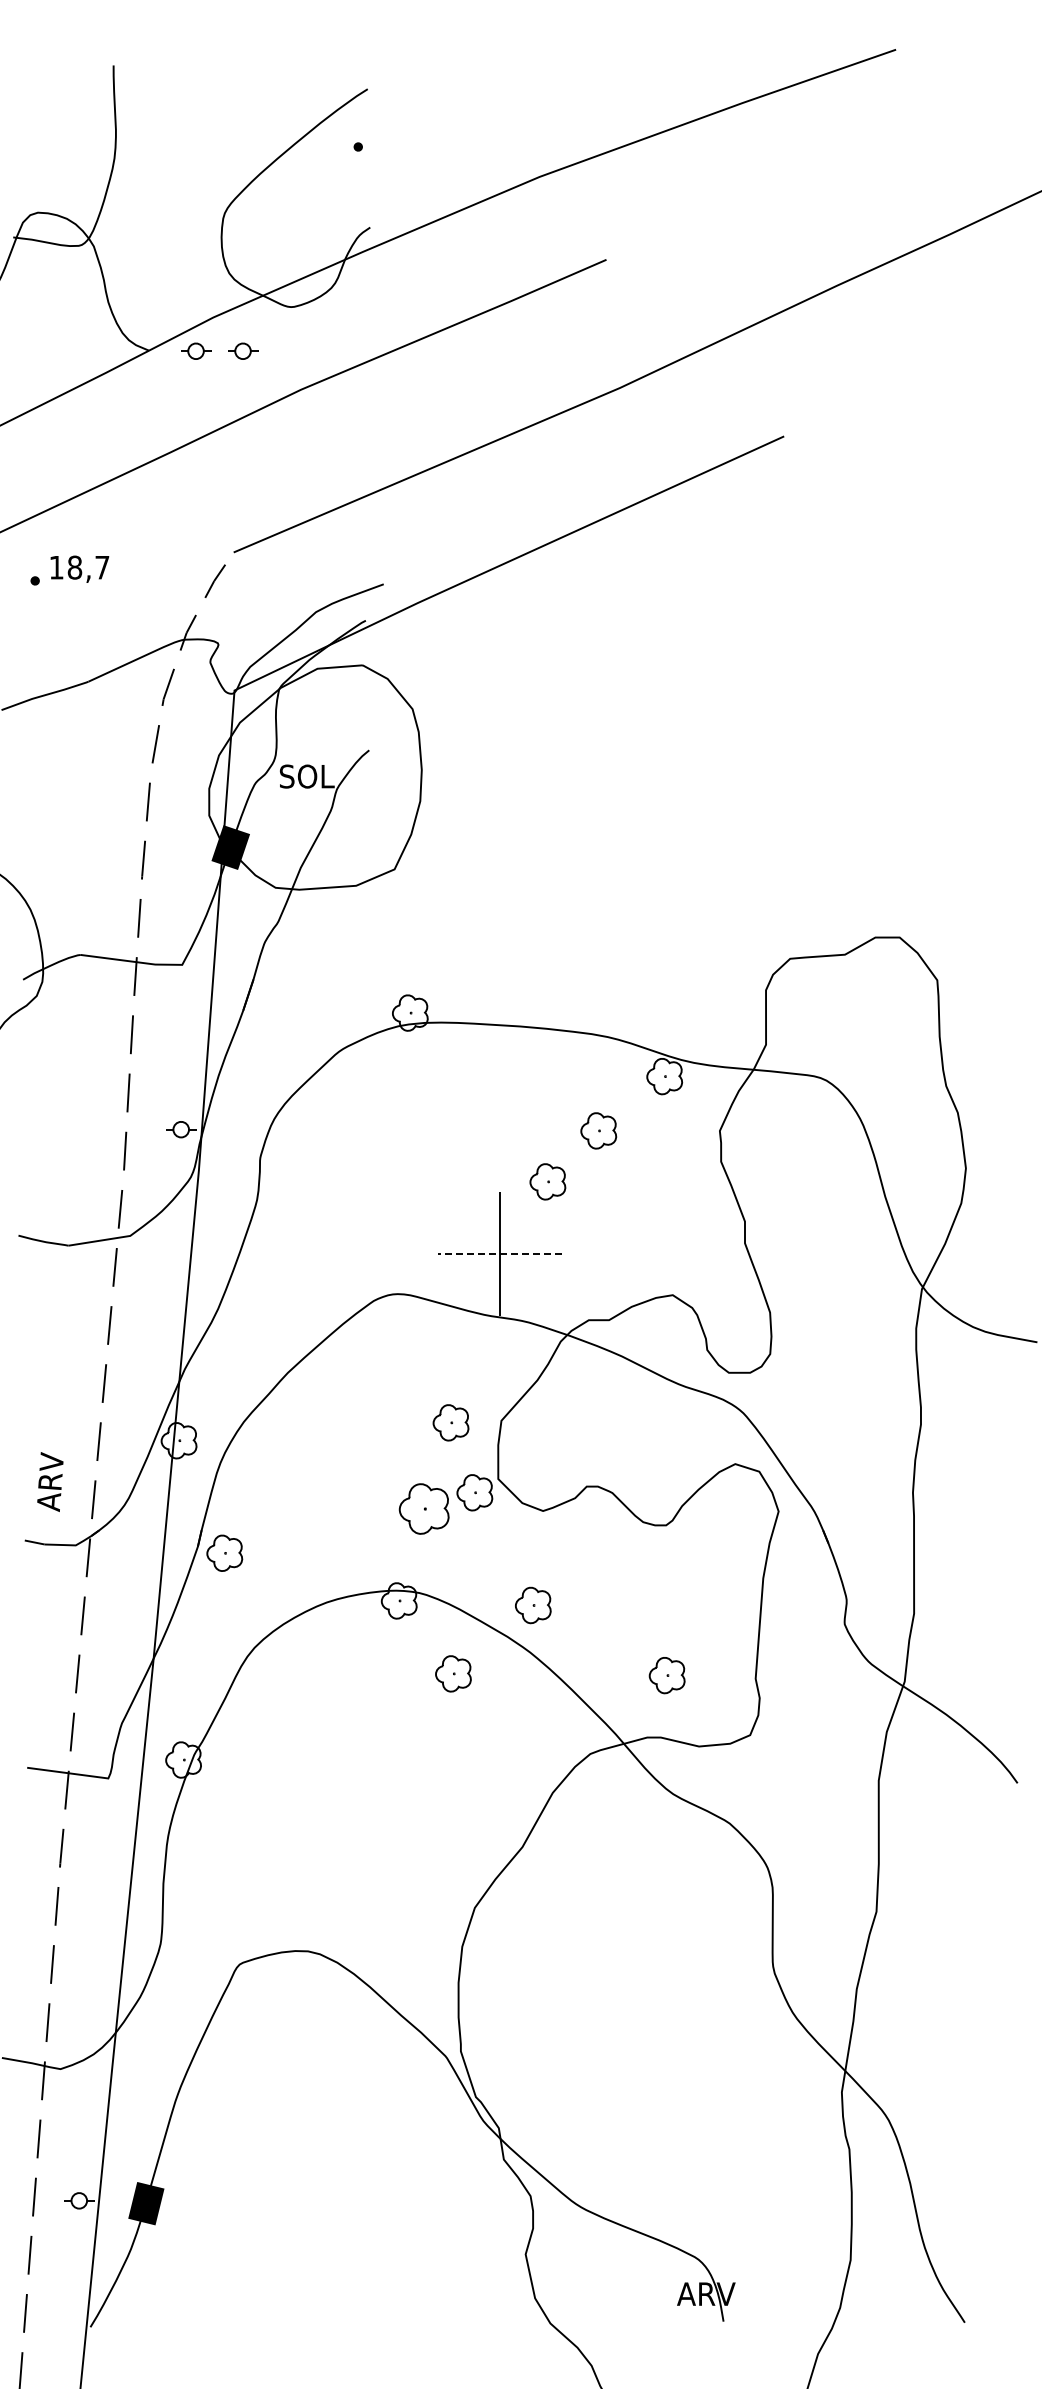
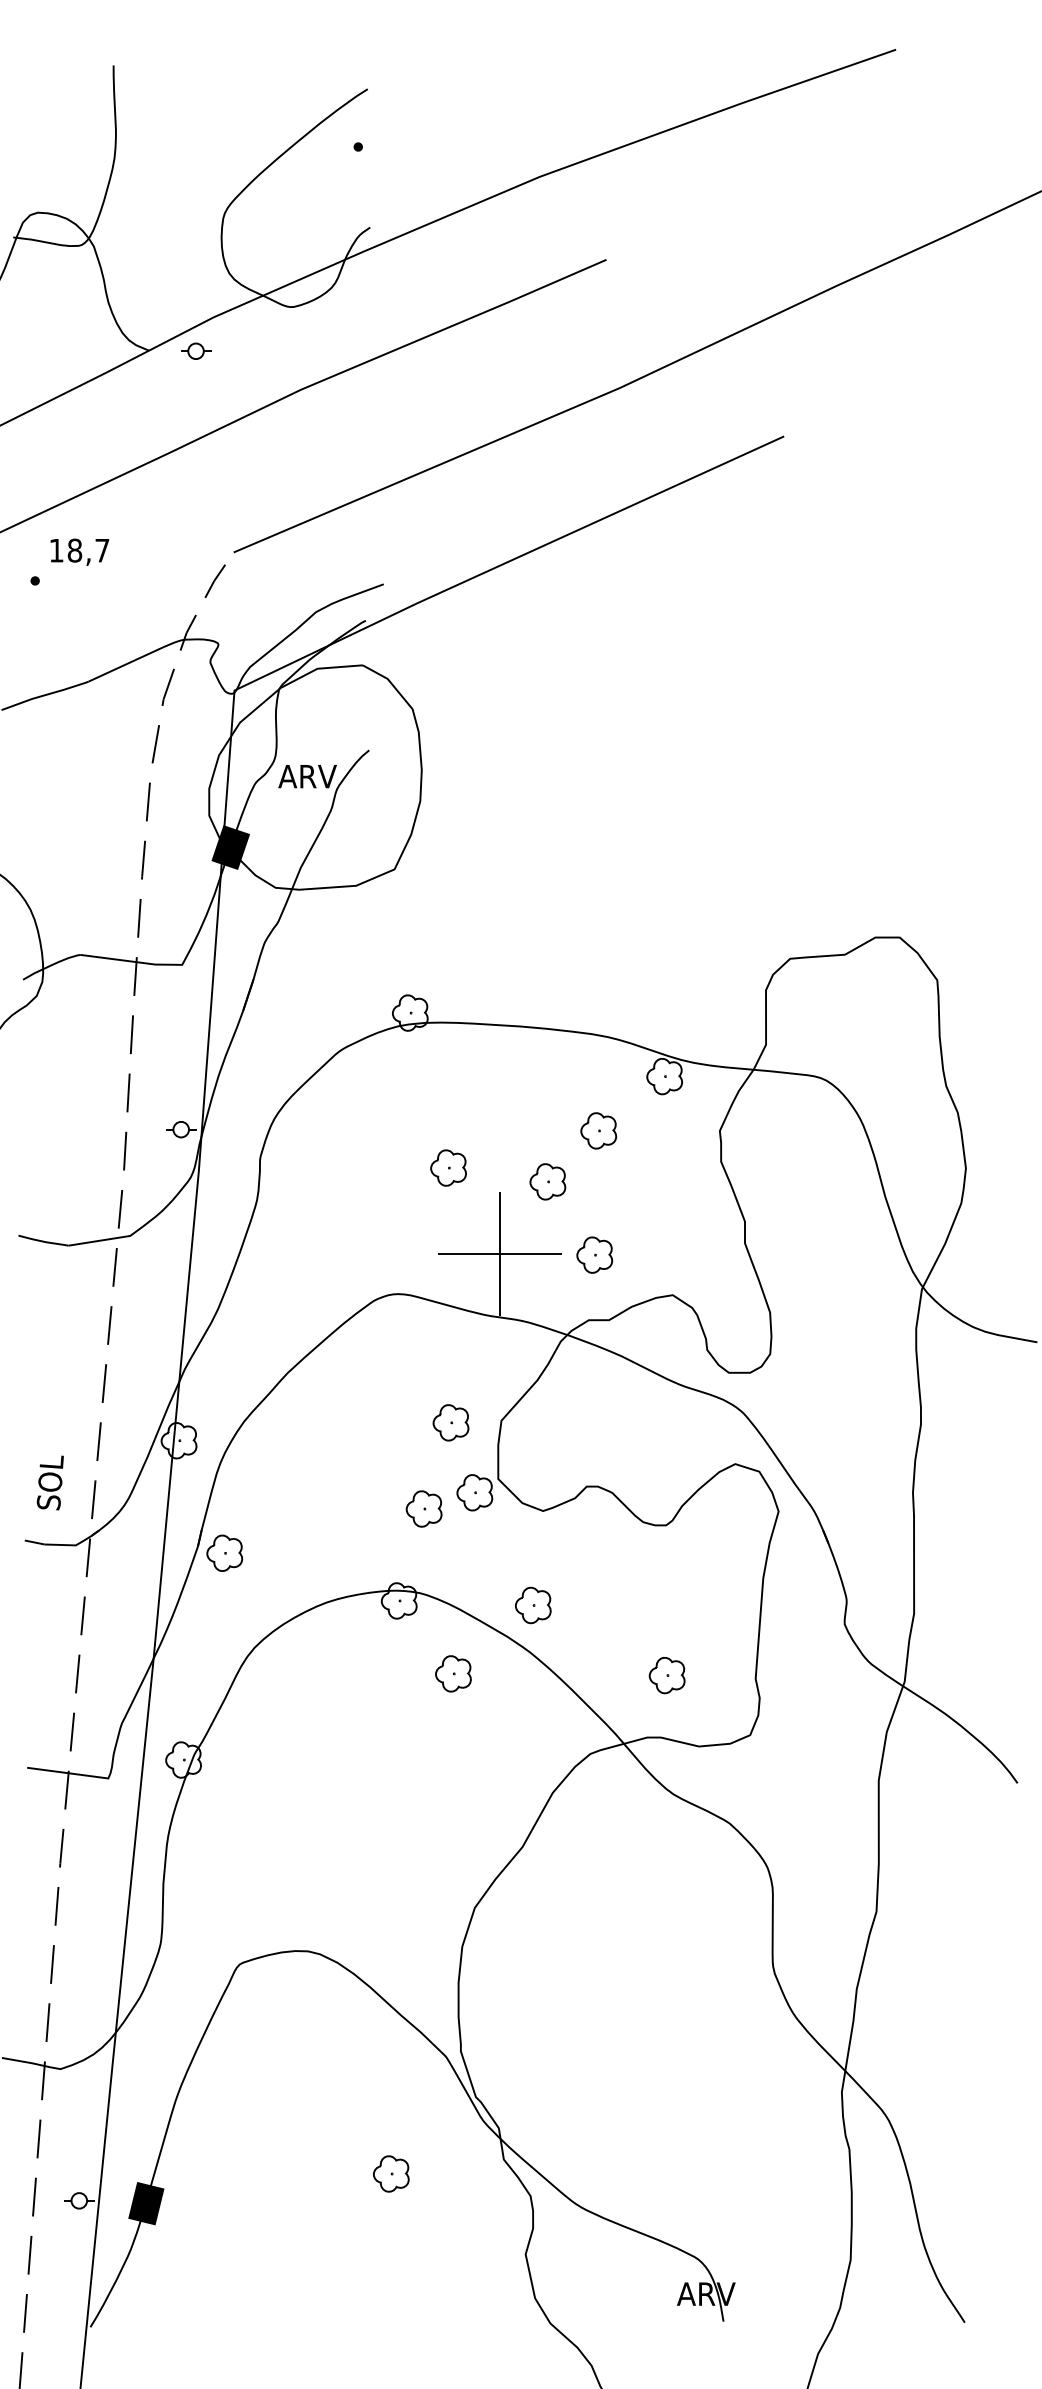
part at (243, 350): present -> none
text at (79, 568) position: (79, 568) -> (79, 551)
text at (307, 776): SOL -> ARV
part at (448, 1167): none -> present
line at (499, 1253): dashed -> solid
part at (594, 1254): none -> present
text at (49, 1482): ARV -> SOL
part at (423, 1508) size: 52x52 px -> 38x38 px
part at (391, 2173): none -> present
